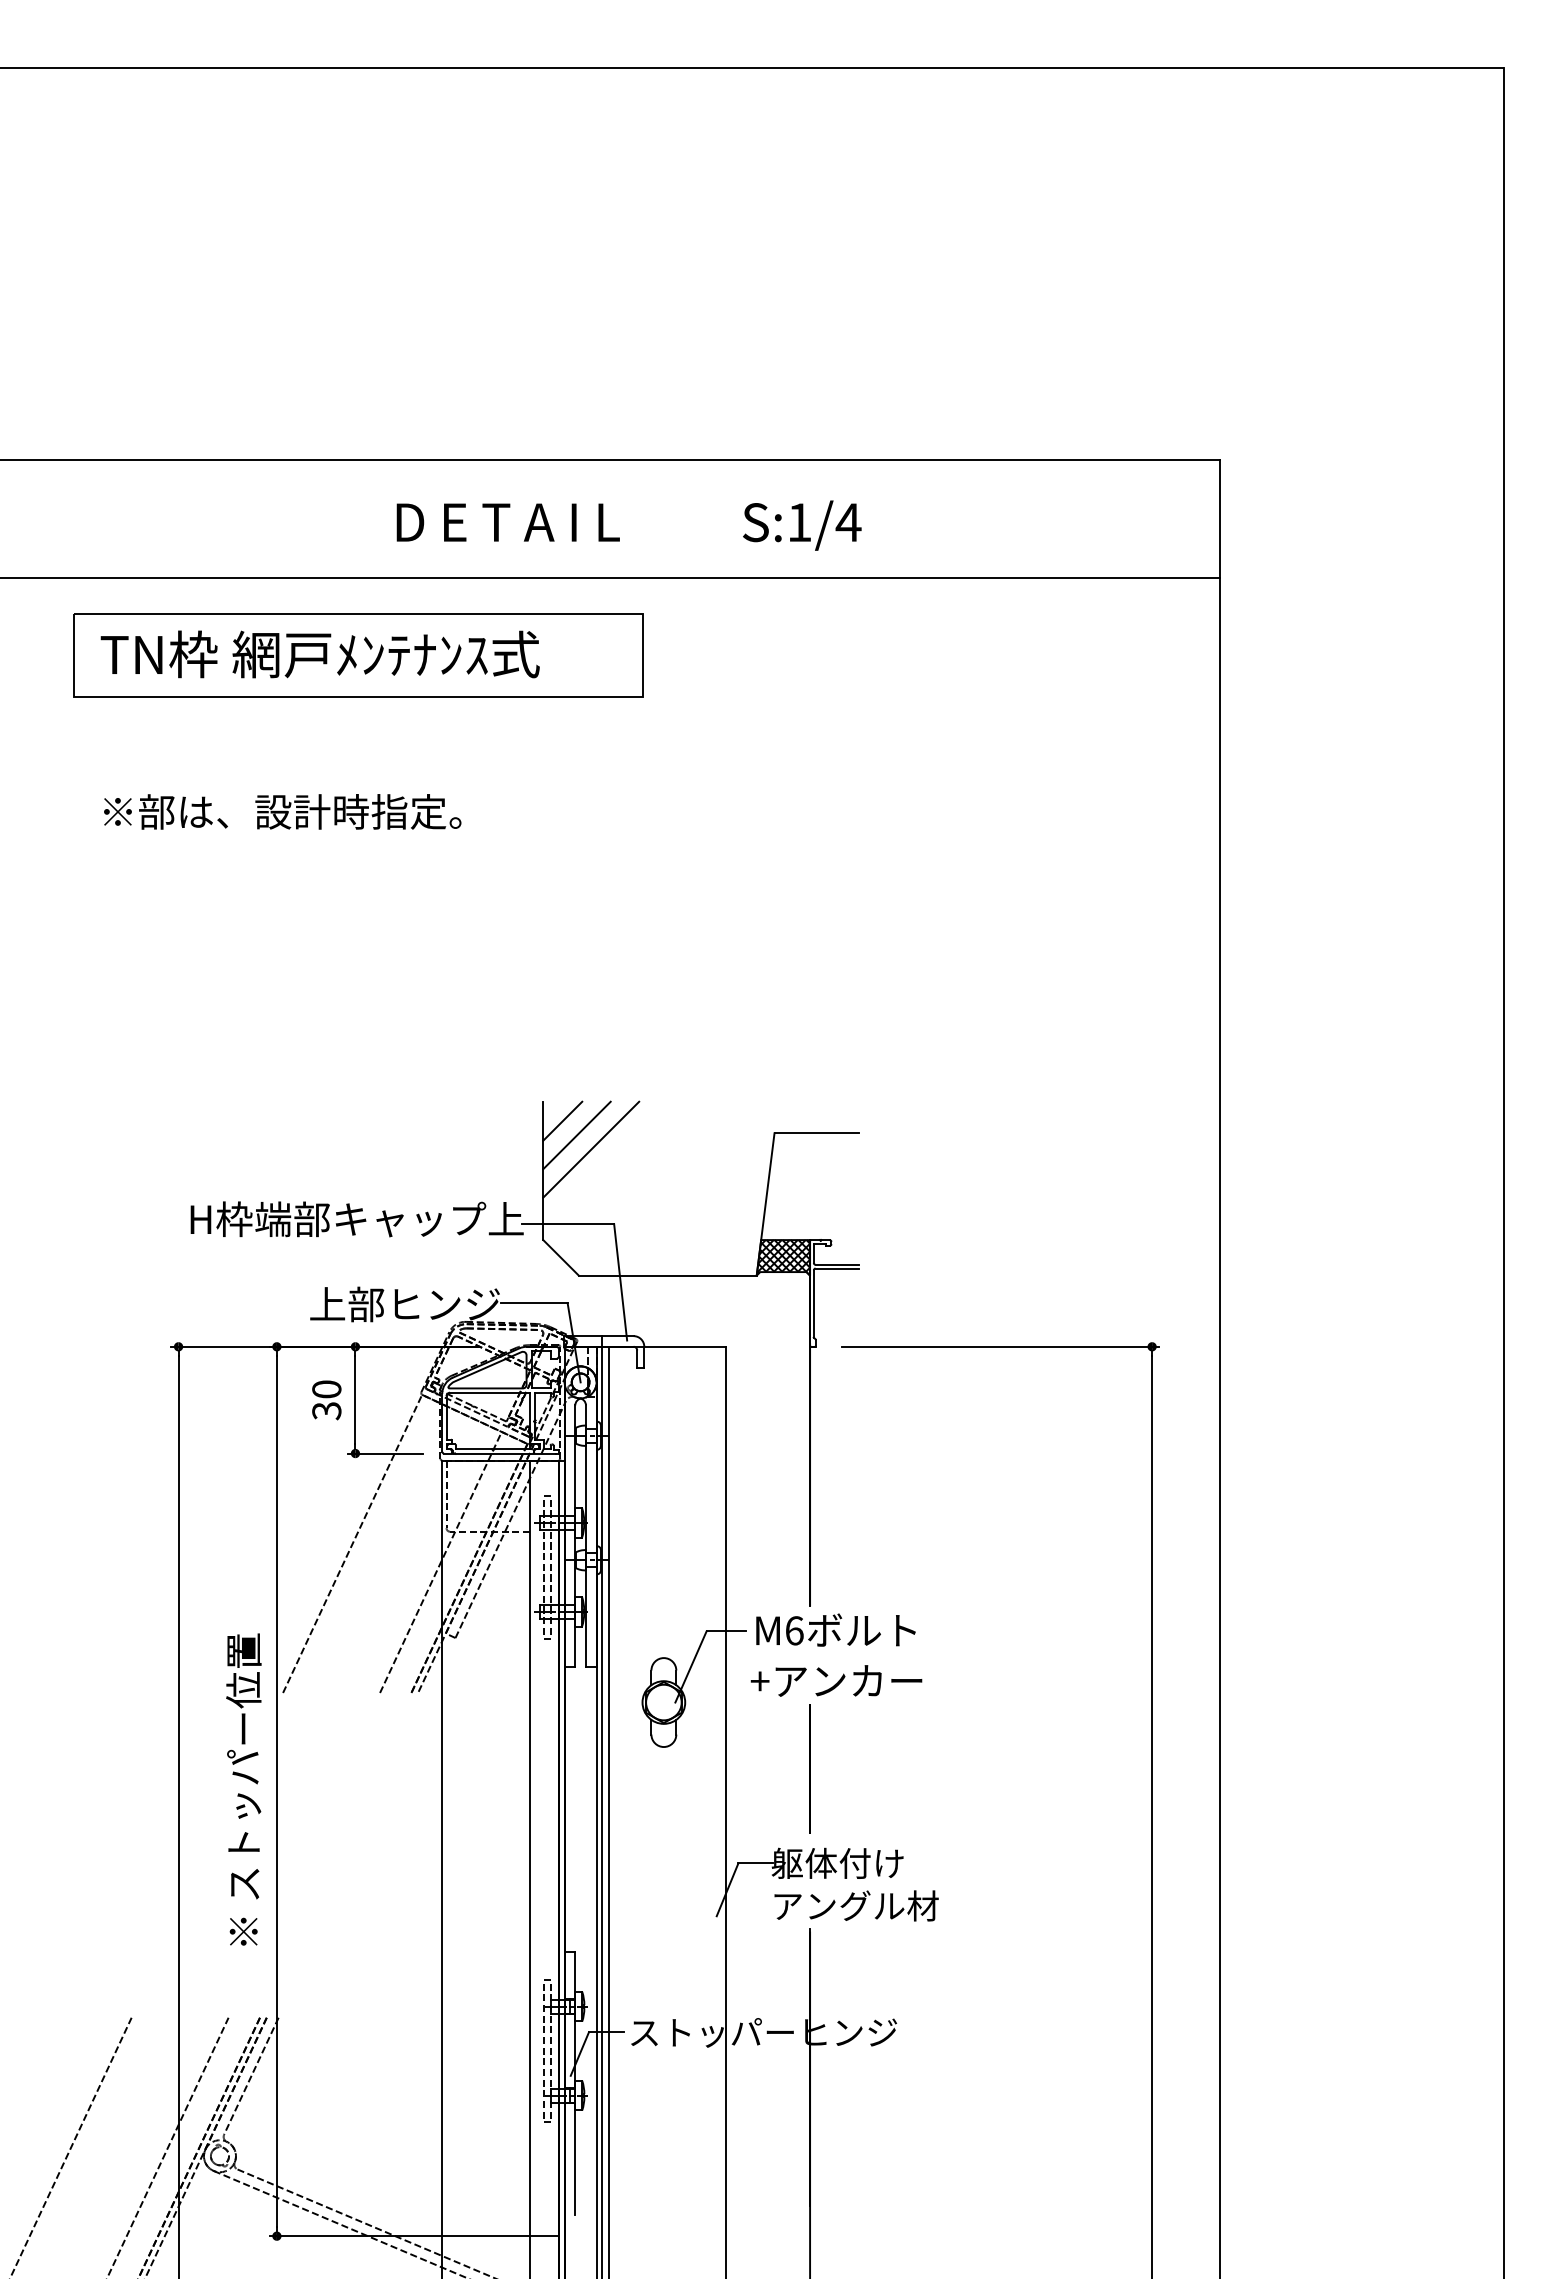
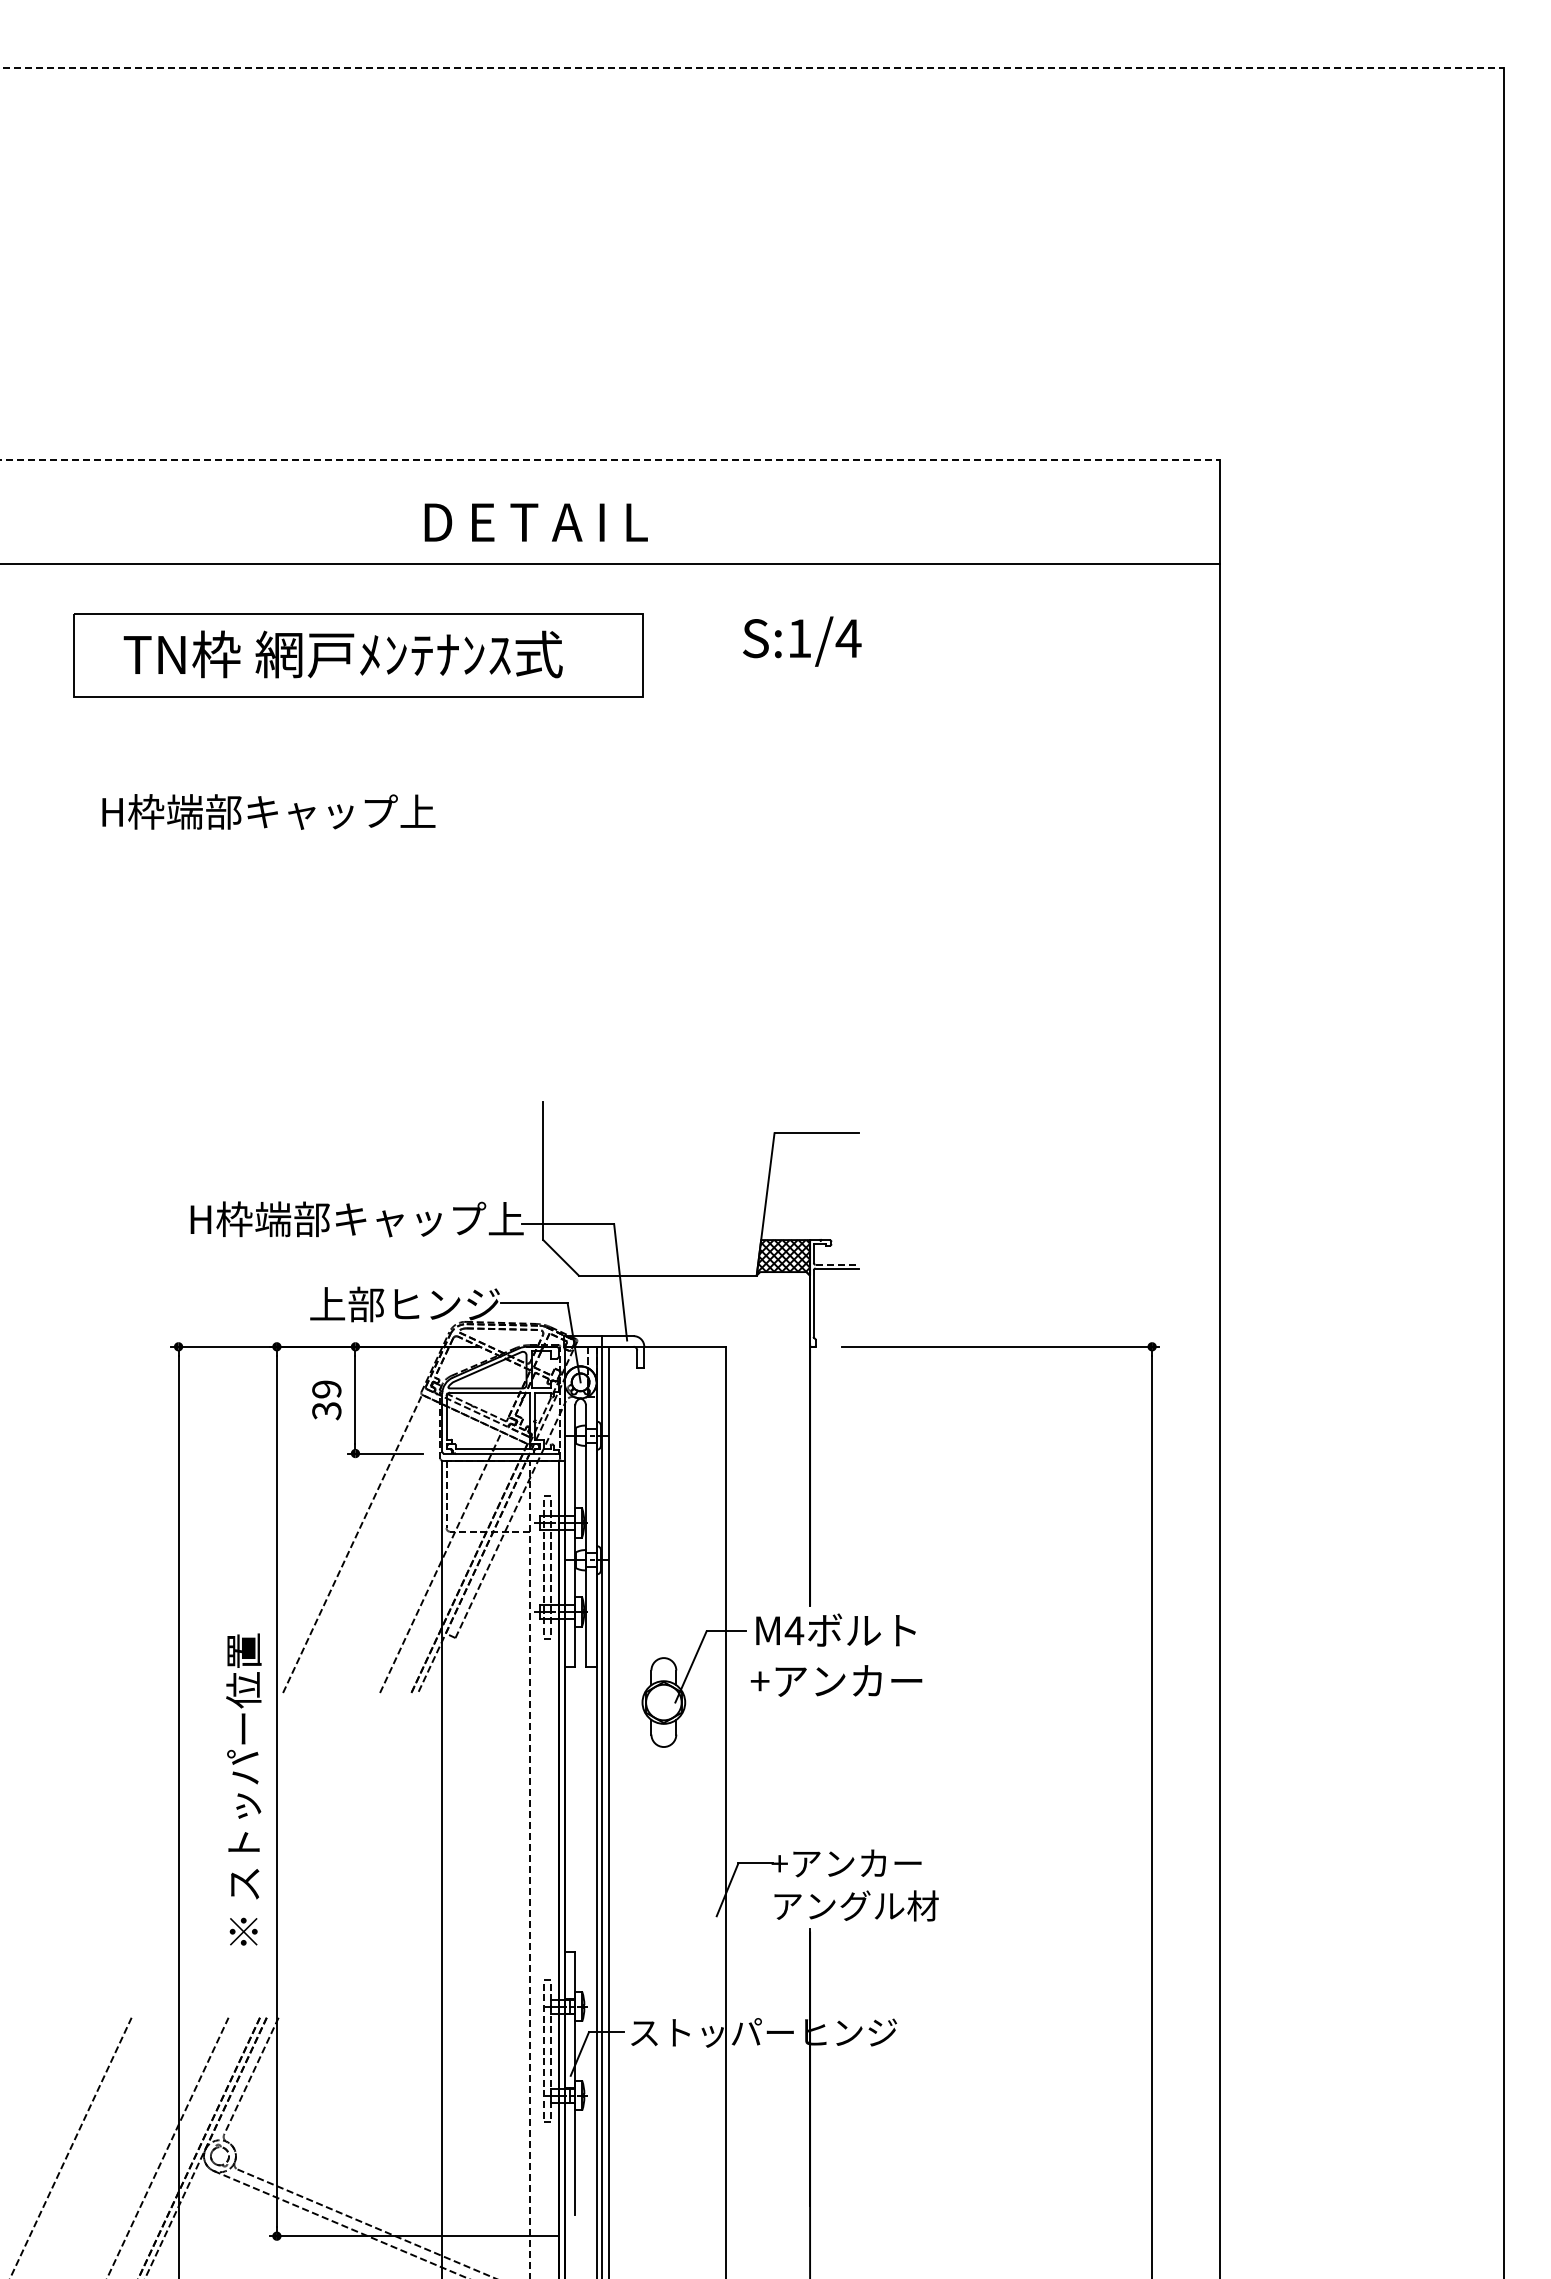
line at (752, 68): solid -> dashed
line at (610, 459): solid -> dashed
text at (507, 522) position: (507, 522) -> (535, 522)
text at (802, 525) position: (802, 525) -> (802, 641)
line at (610, 578) position: (610, 578) -> (610, 564)
text at (319, 654) position: (319, 654) -> (342, 654)
text at (281, 811): ※部は、設計時指定。 -> H枠端部キャップ上
line at (562, 1120): present -> none
line at (576, 1135): present -> none
line at (591, 1149): present -> none
line at (837, 1264): solid -> dashed
text at (326, 1389): 30 -> 39
text at (794, 1630): M6 -> M4
line at (809, 1768): present -> none
text at (846, 1862): 躯体付け -> +アンカー
line at (530, 1869): solid -> dashed
